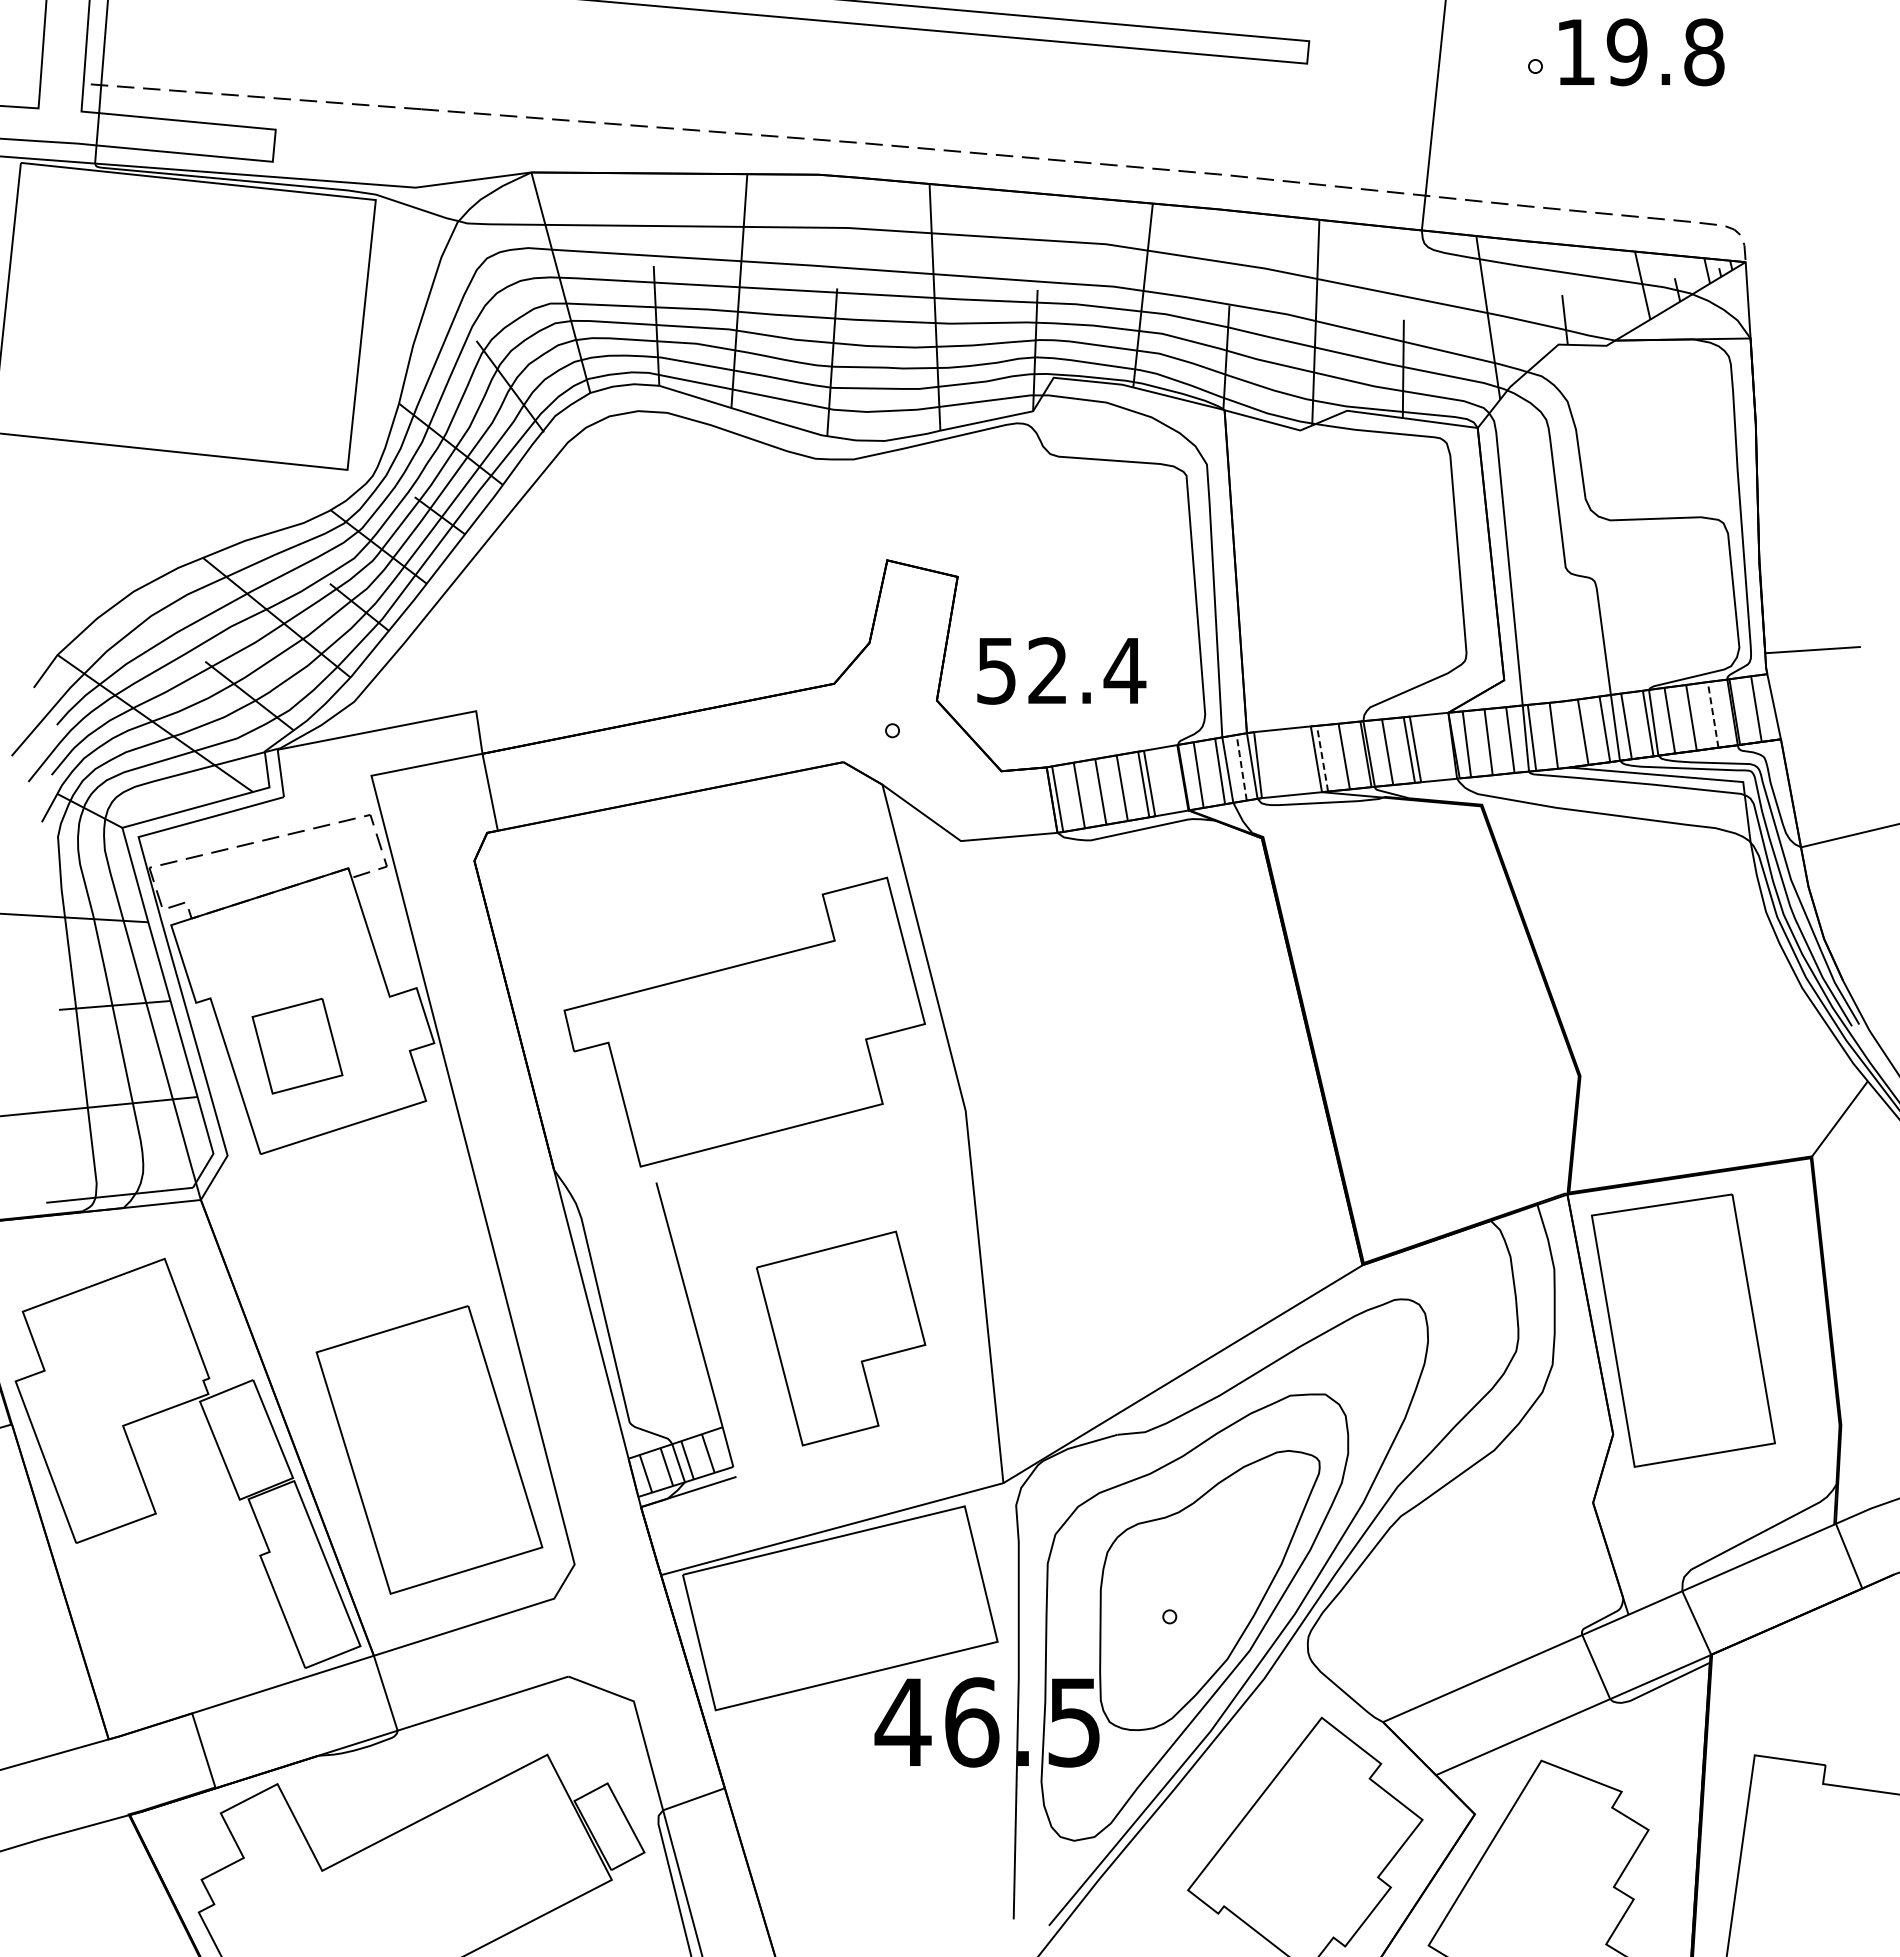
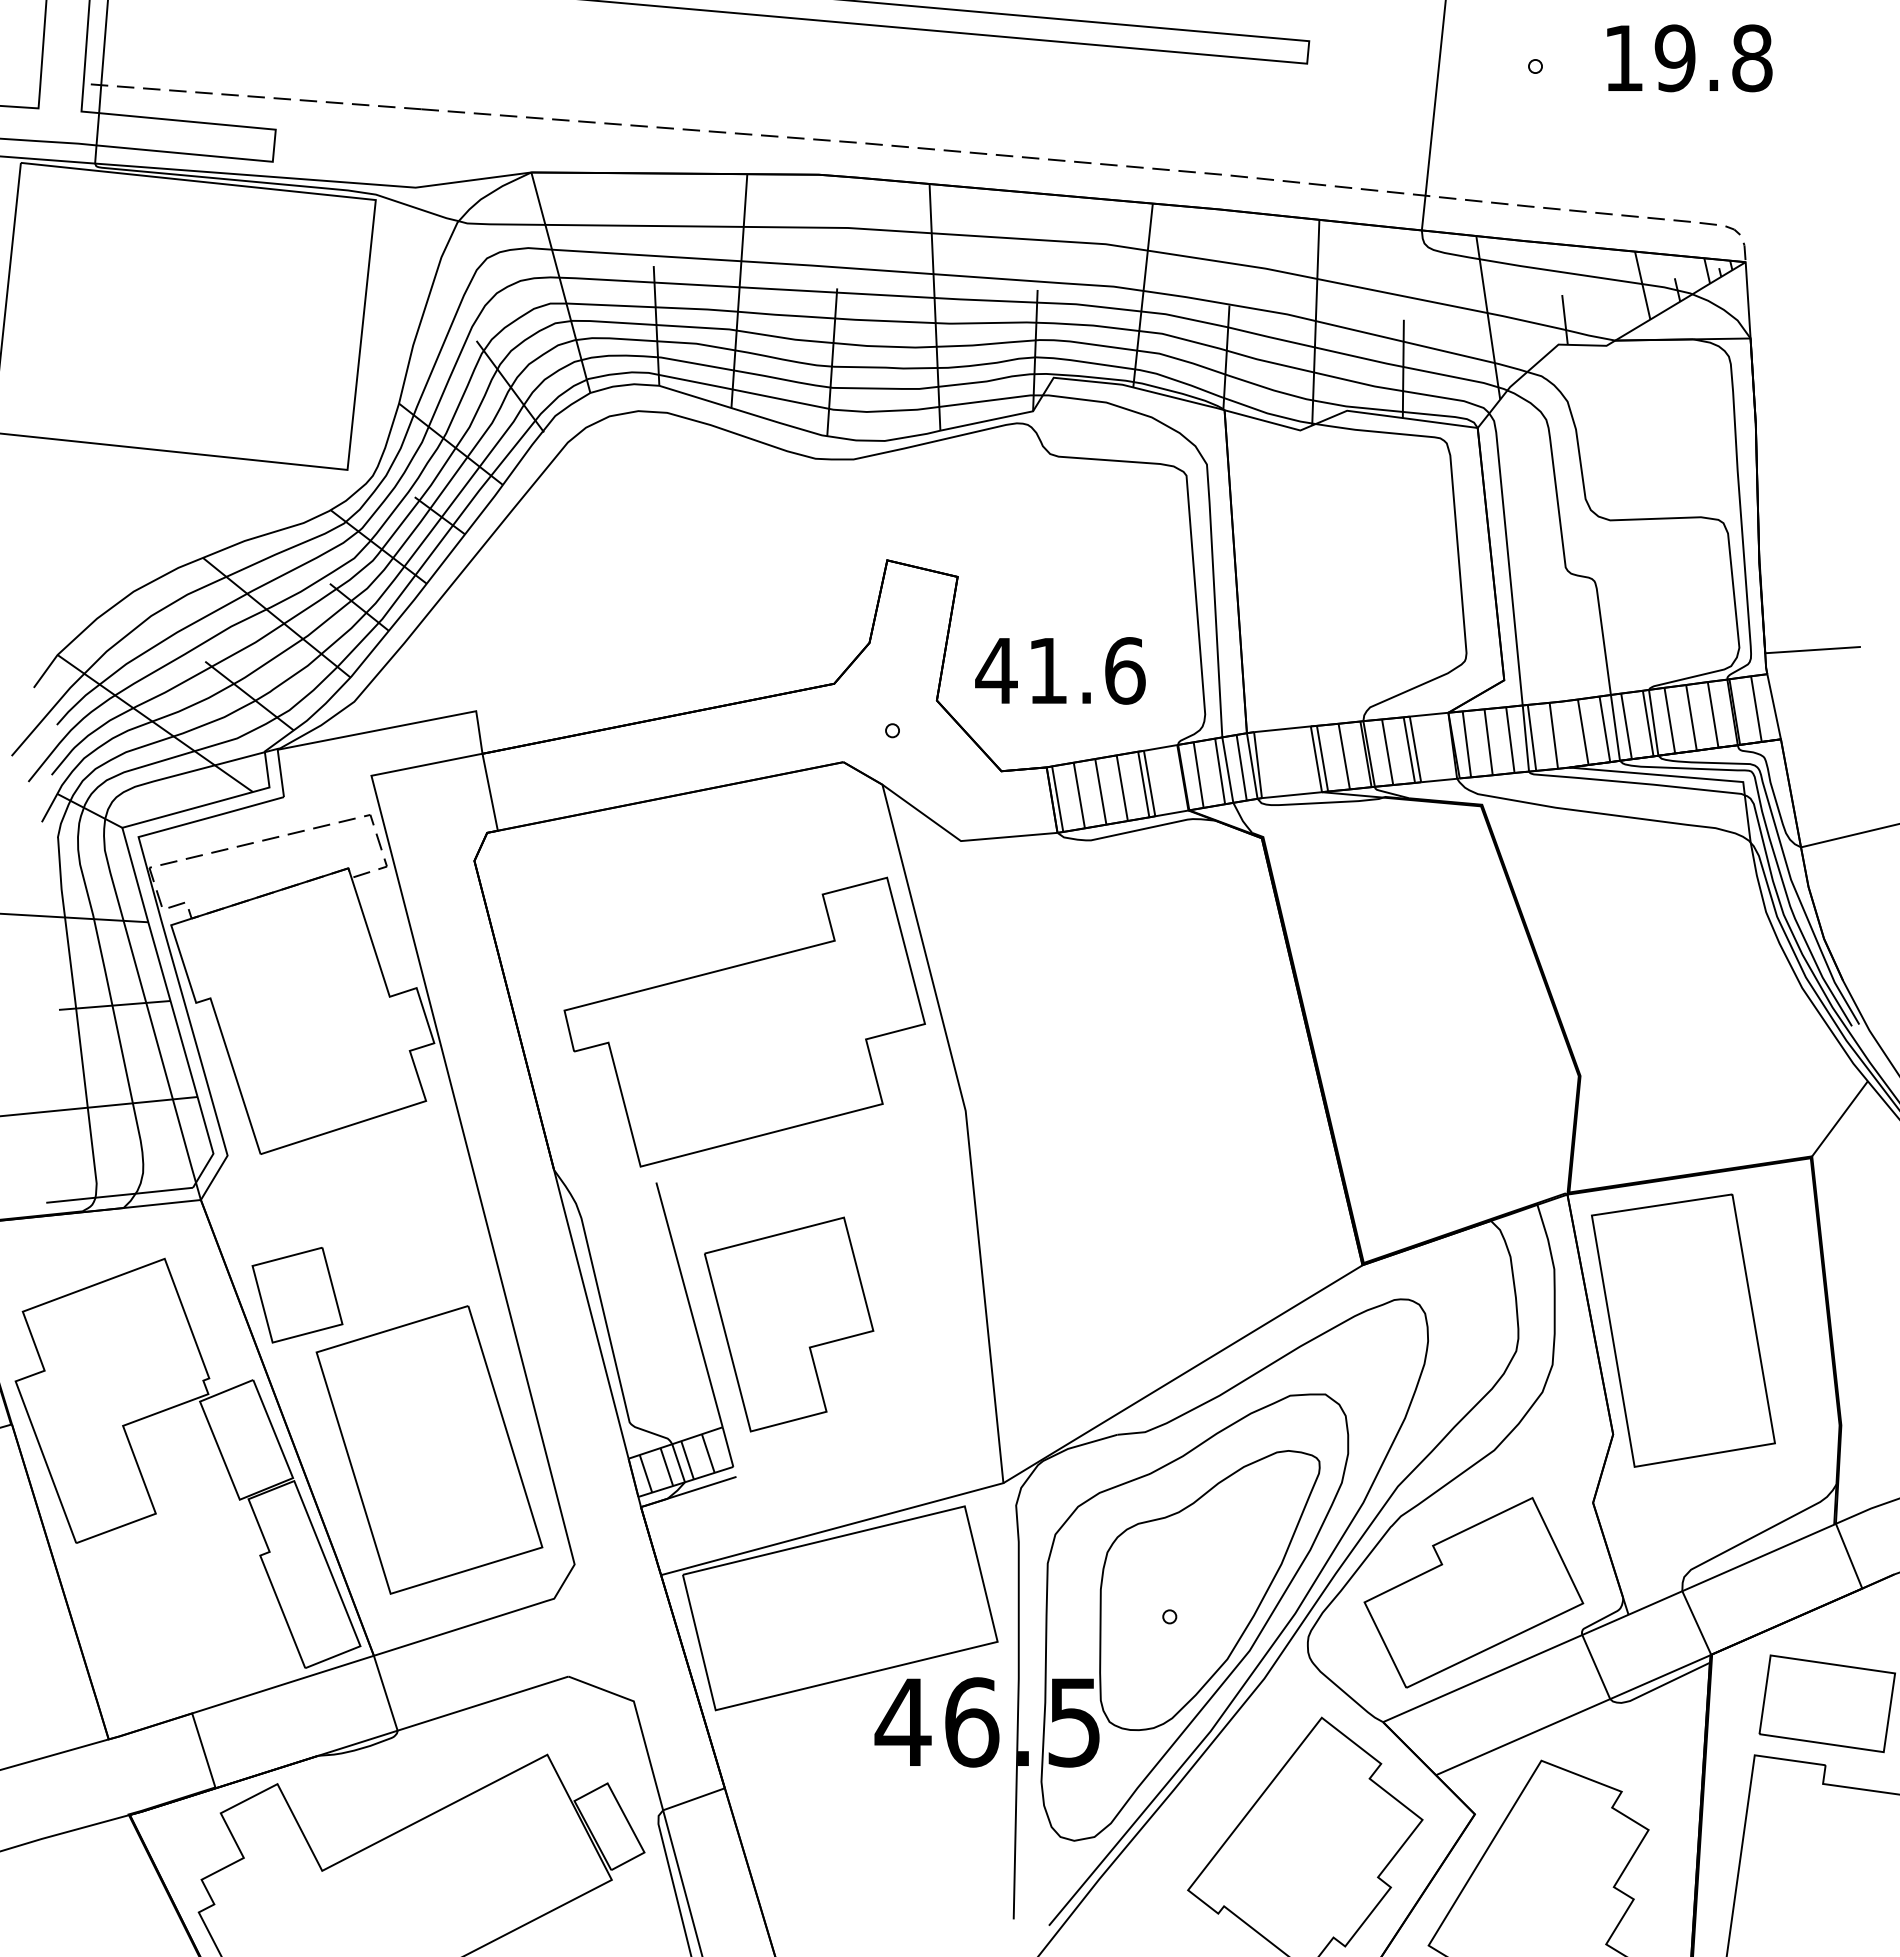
text at (1641, 52) position: (1641, 52) -> (1689, 58)
text at (1060, 670): 52.4 -> 41.6
line at (1713, 714): dashed -> solid
line at (1322, 758): dashed -> solid
line at (1241, 767): dashed -> solid
part at (297, 1046) position: (297, 1046) -> (297, 1295)
part at (841, 1338) position: (841, 1338) -> (789, 1324)
part at (1473, 1592): none -> present
part at (1826, 1703): none -> present
